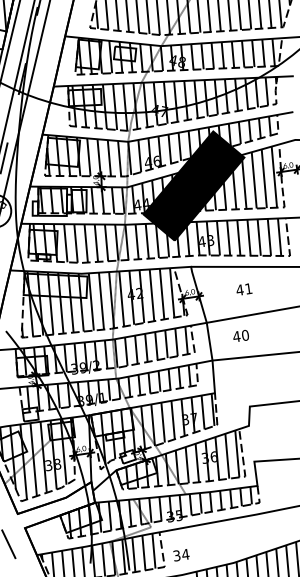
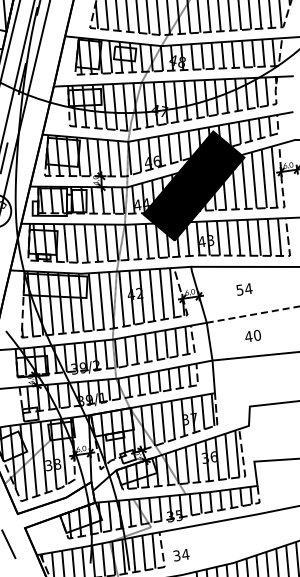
text at (244, 289): 41 -> 54
line at (252, 314): solid -> dashed
text at (240, 335) position: (240, 335) -> (252, 335)
